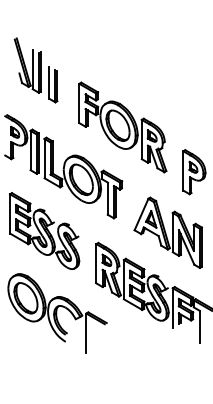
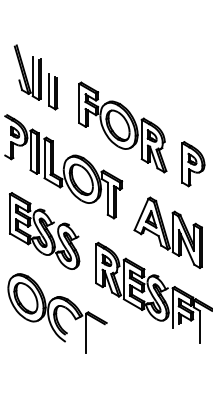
part at (35, 70) position: (35, 70) -> (35, 77)
part at (194, 172) position: (194, 172) -> (193, 164)
